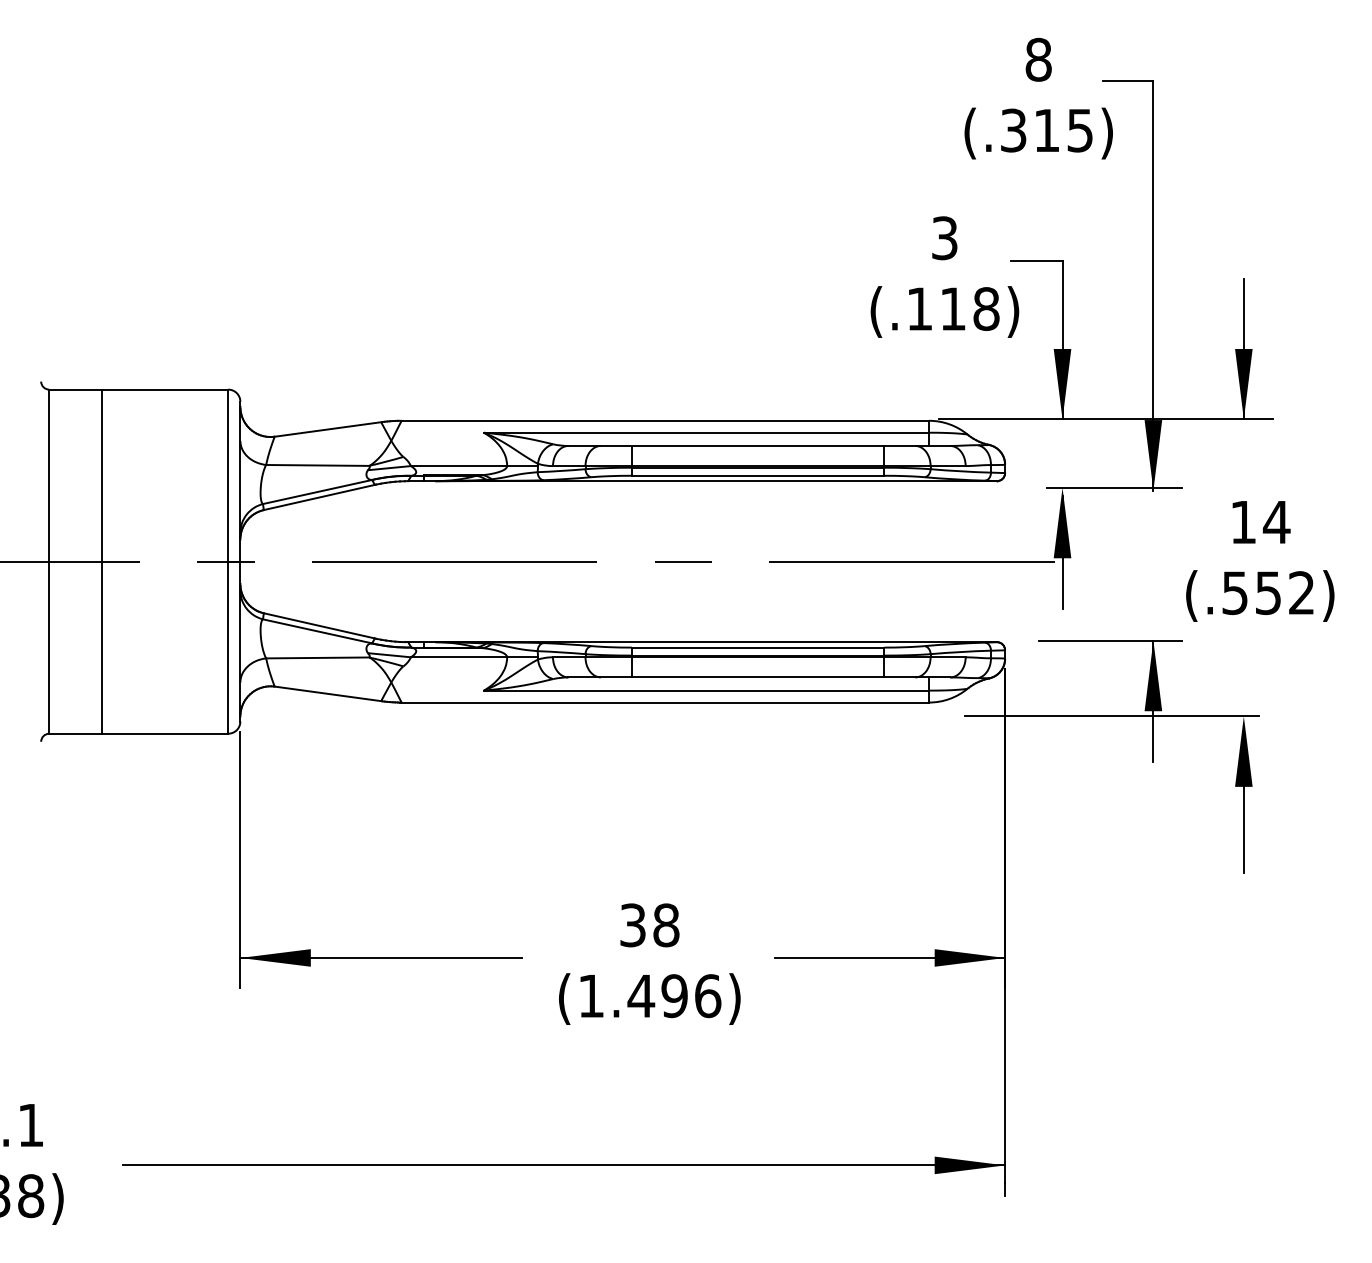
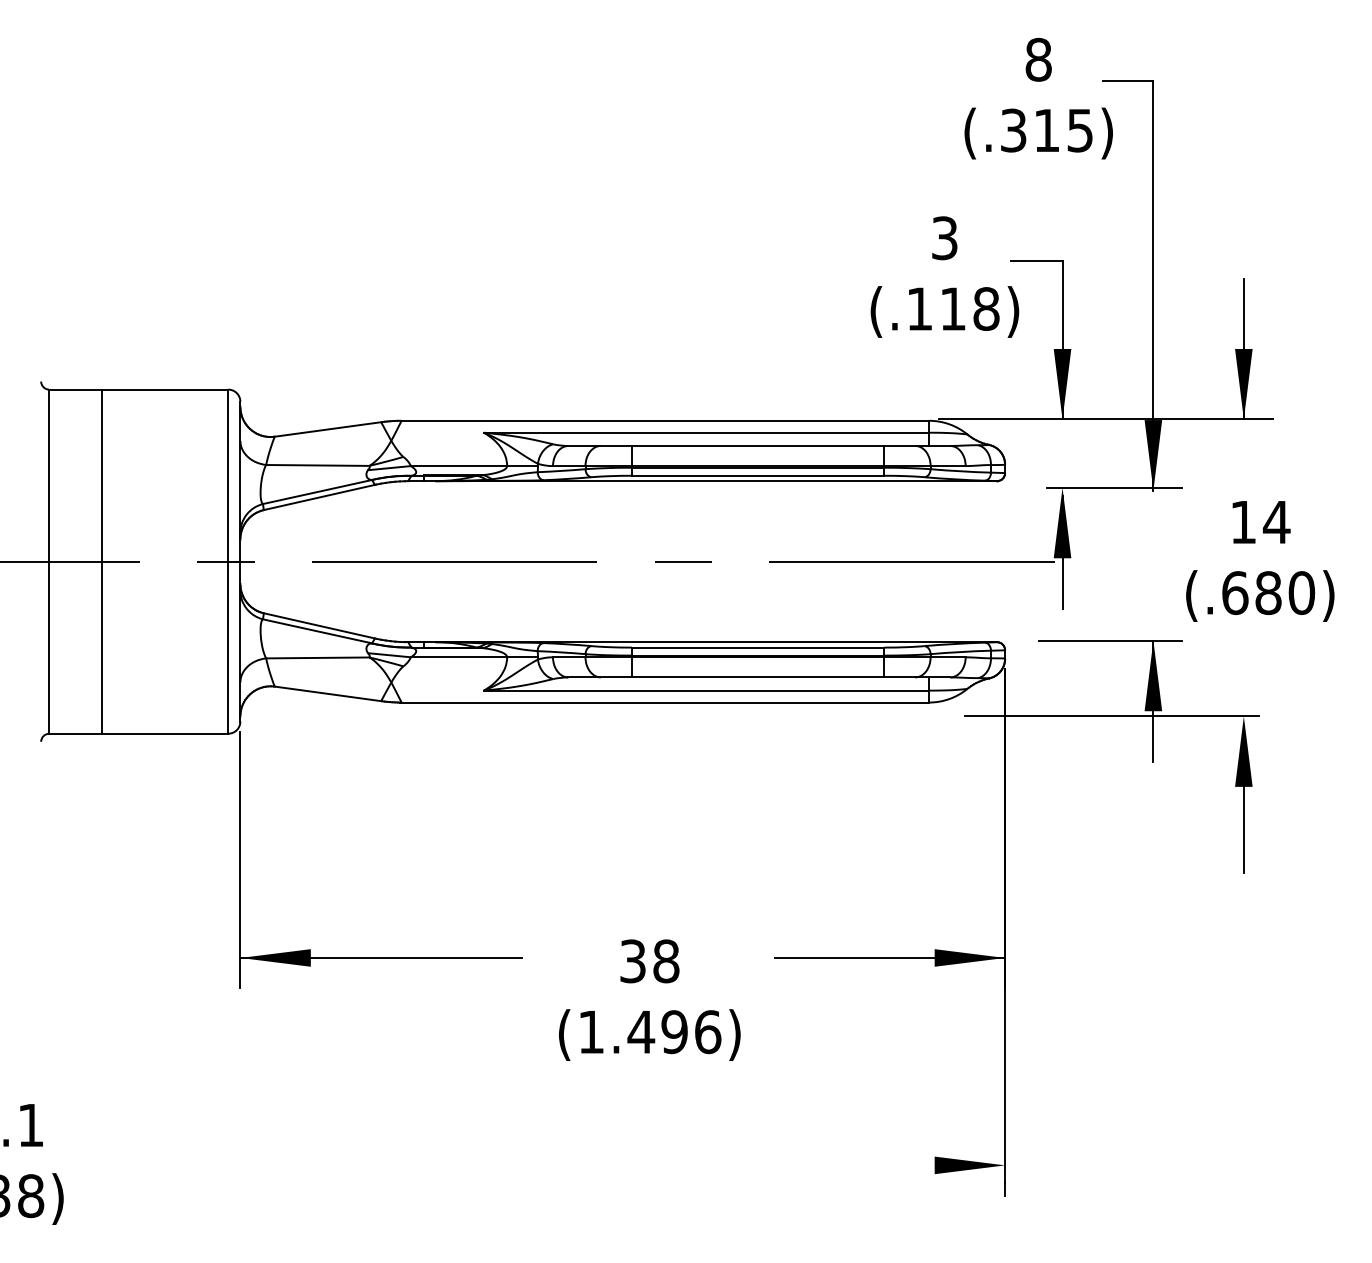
text at (1268, 593): (.552) -> (.680)
text at (649, 963) position: (649, 963) -> (649, 999)
line at (564, 1165): present -> none
